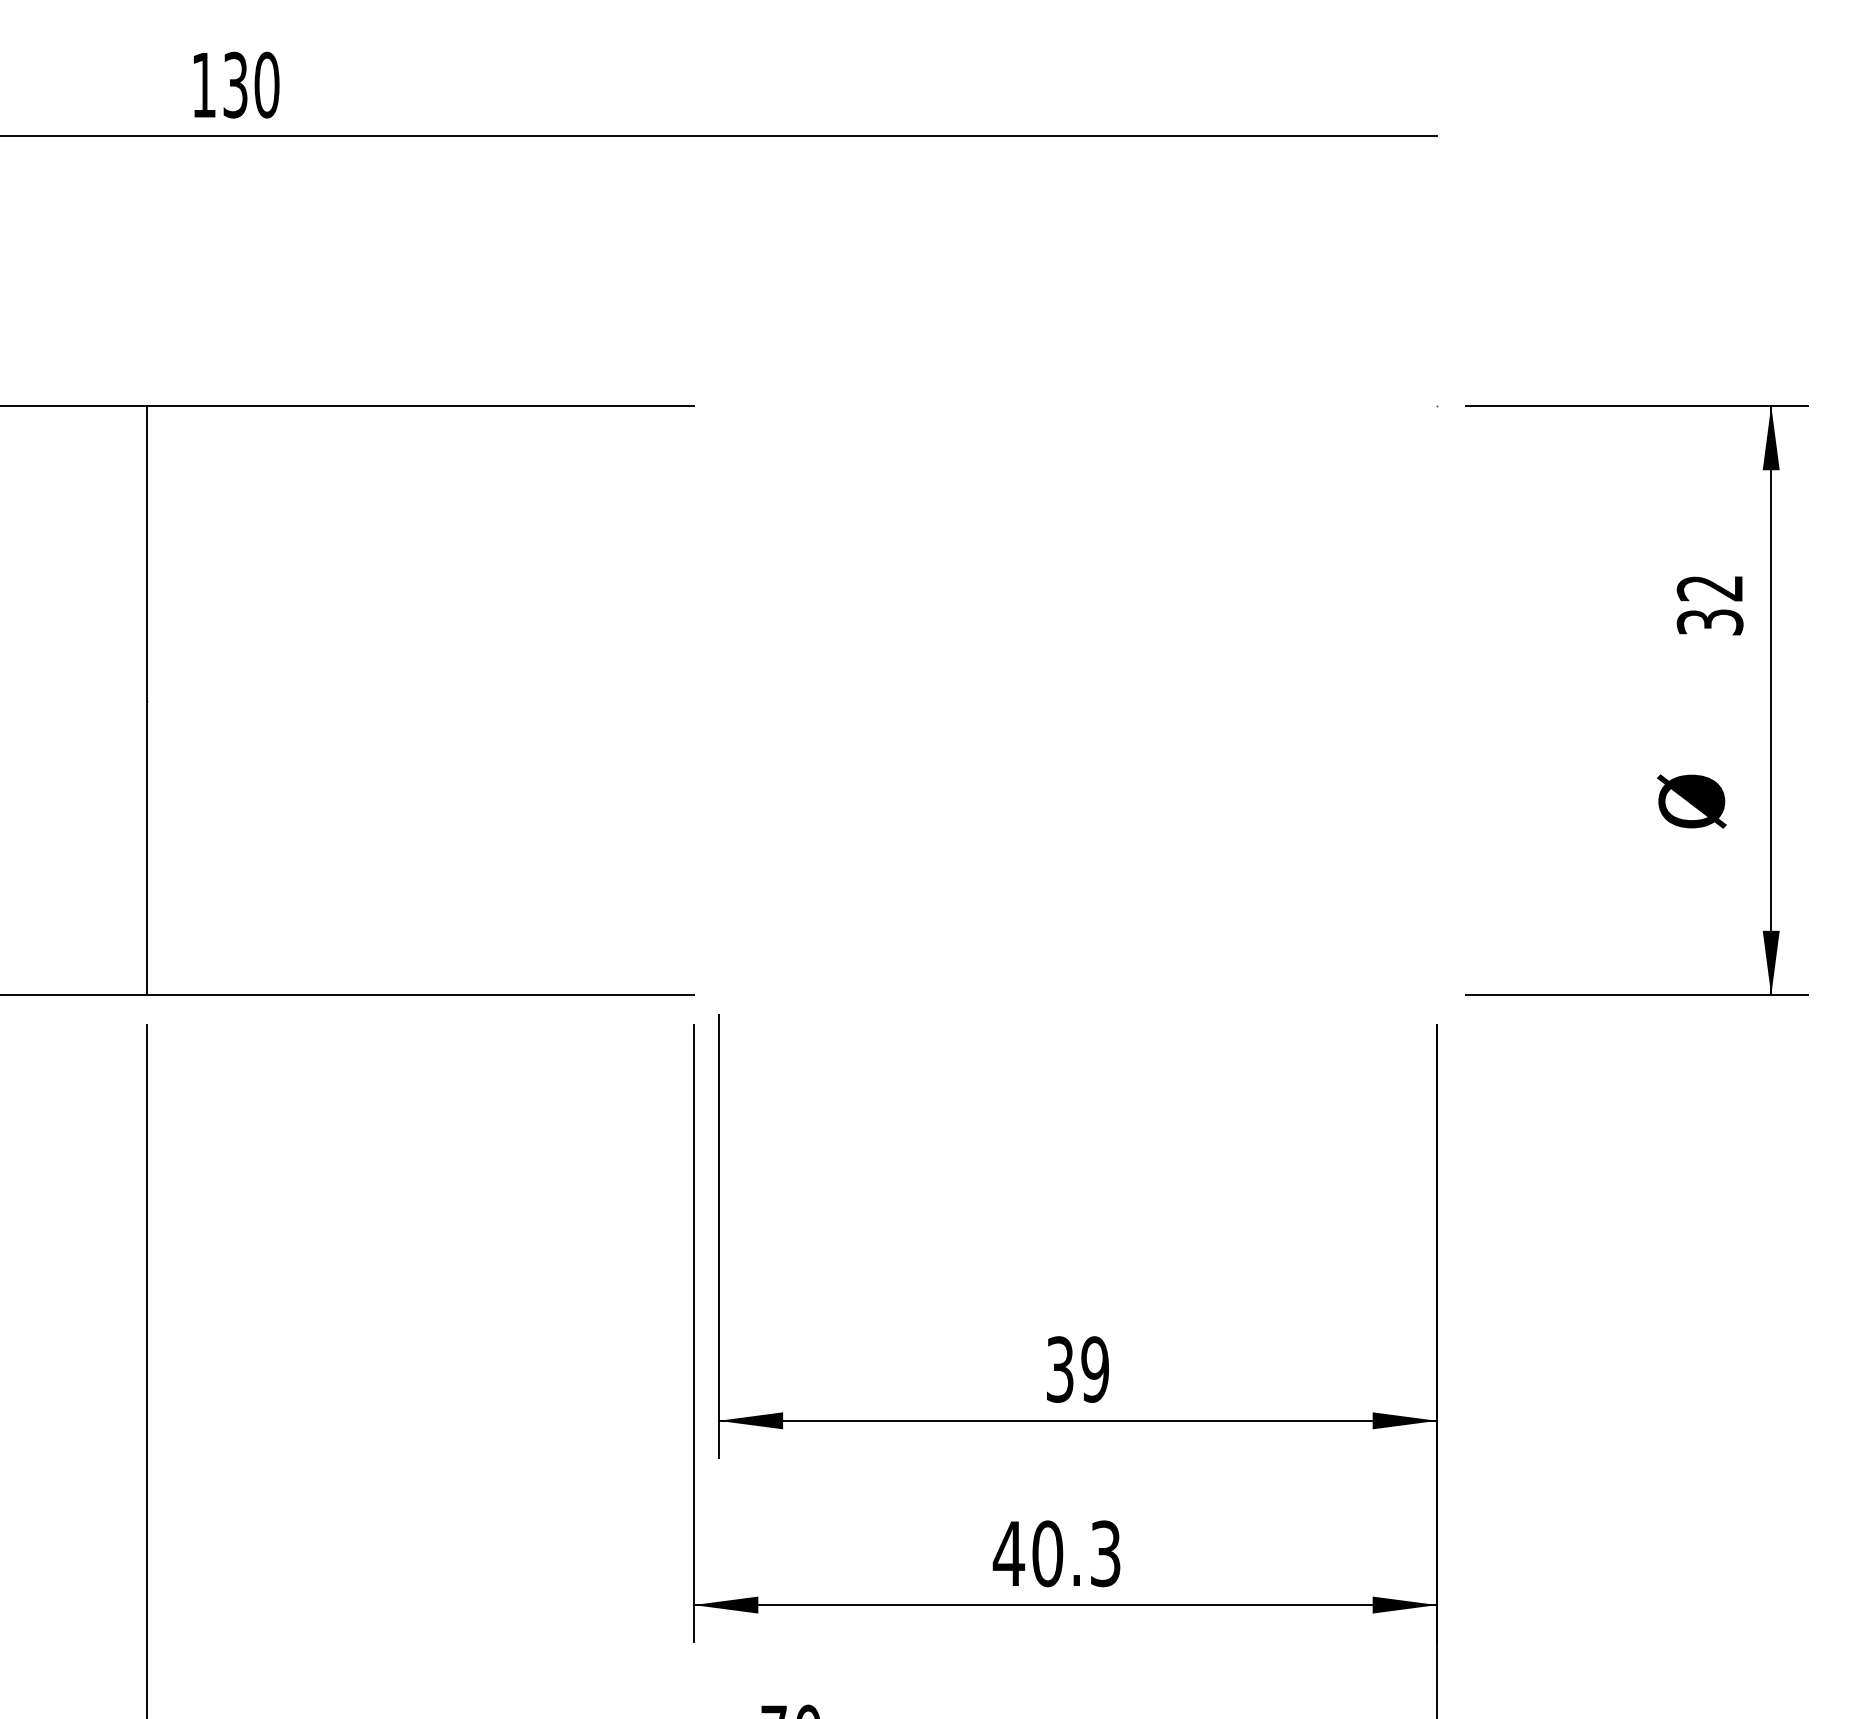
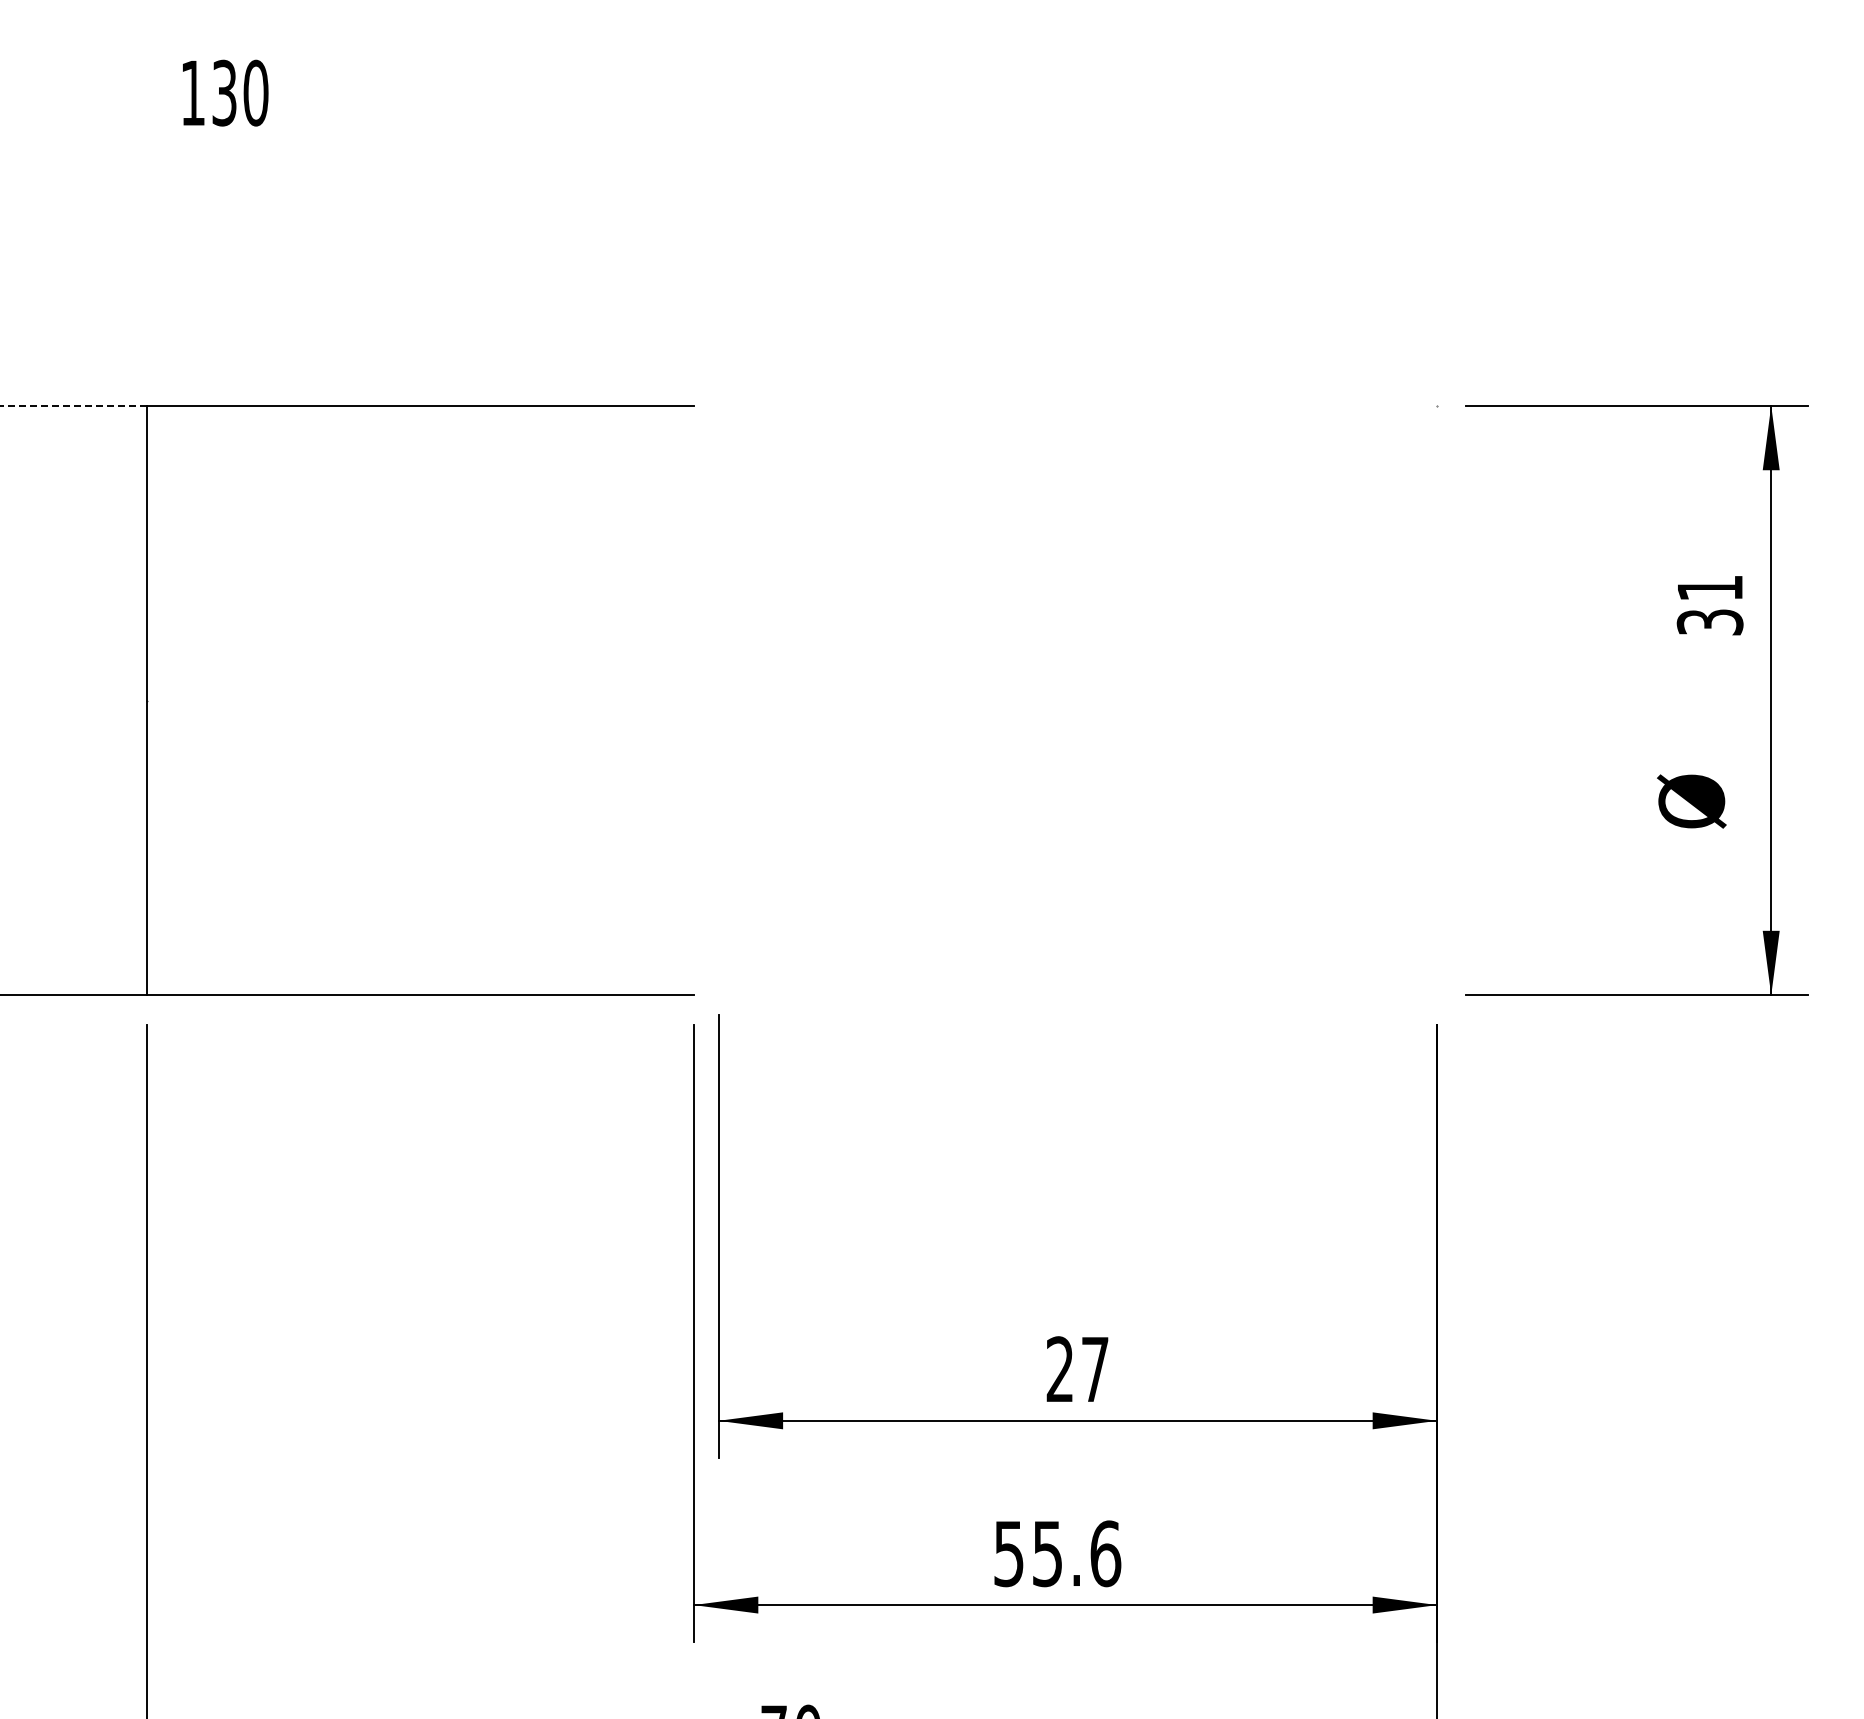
text at (236, 84) position: (236, 84) -> (225, 92)
line at (719, 136): present -> none
line at (73, 405): solid -> dashed
text at (1709, 588): 32 -> 31
text at (1077, 1369): 39 -> 27
text at (1056, 1553): 40.3 -> 55.6
